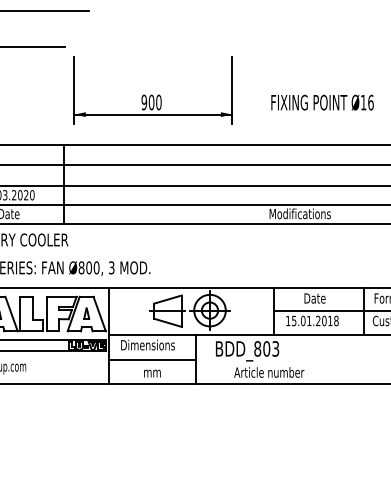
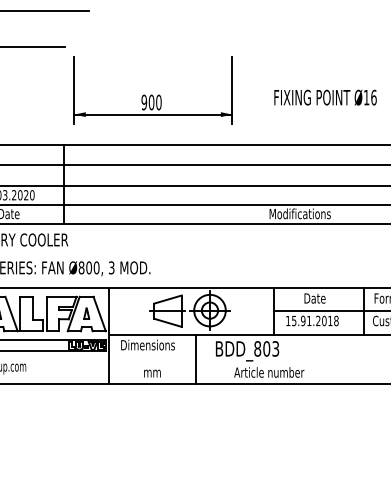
text at (322, 102) position: (322, 102) -> (325, 97)
text at (303, 321): 15.01.2018 -> 15.91.2018
line at (152, 359): present -> none
